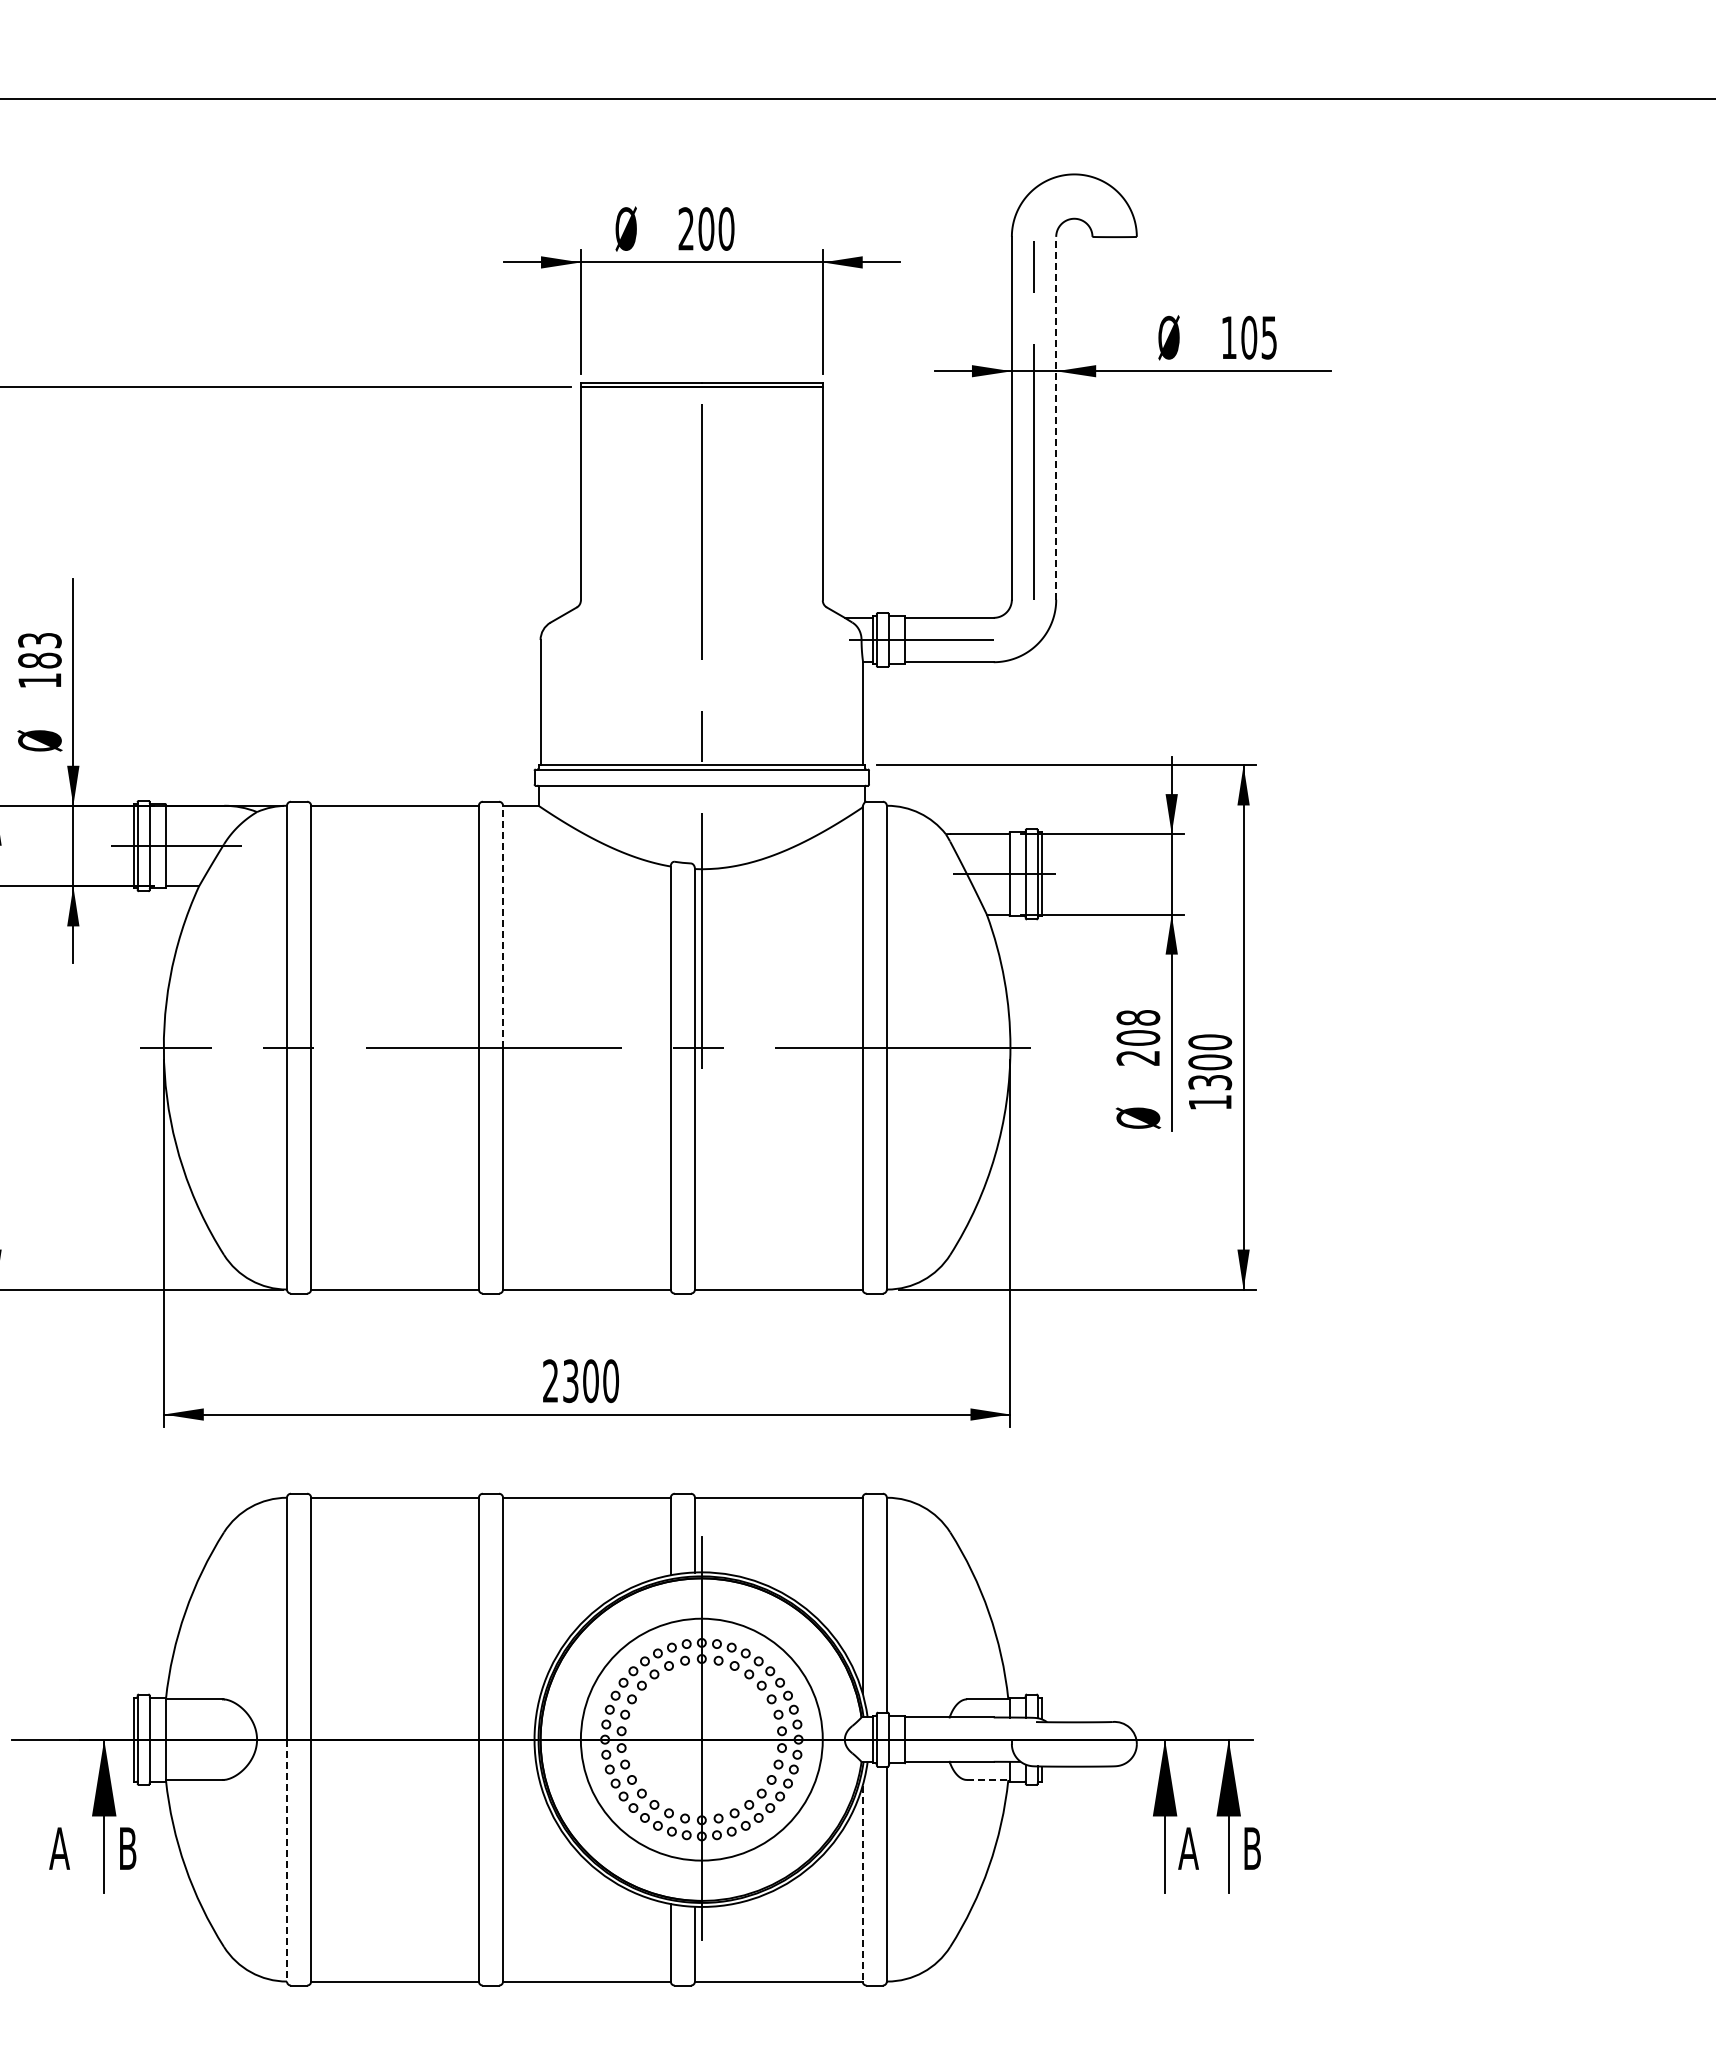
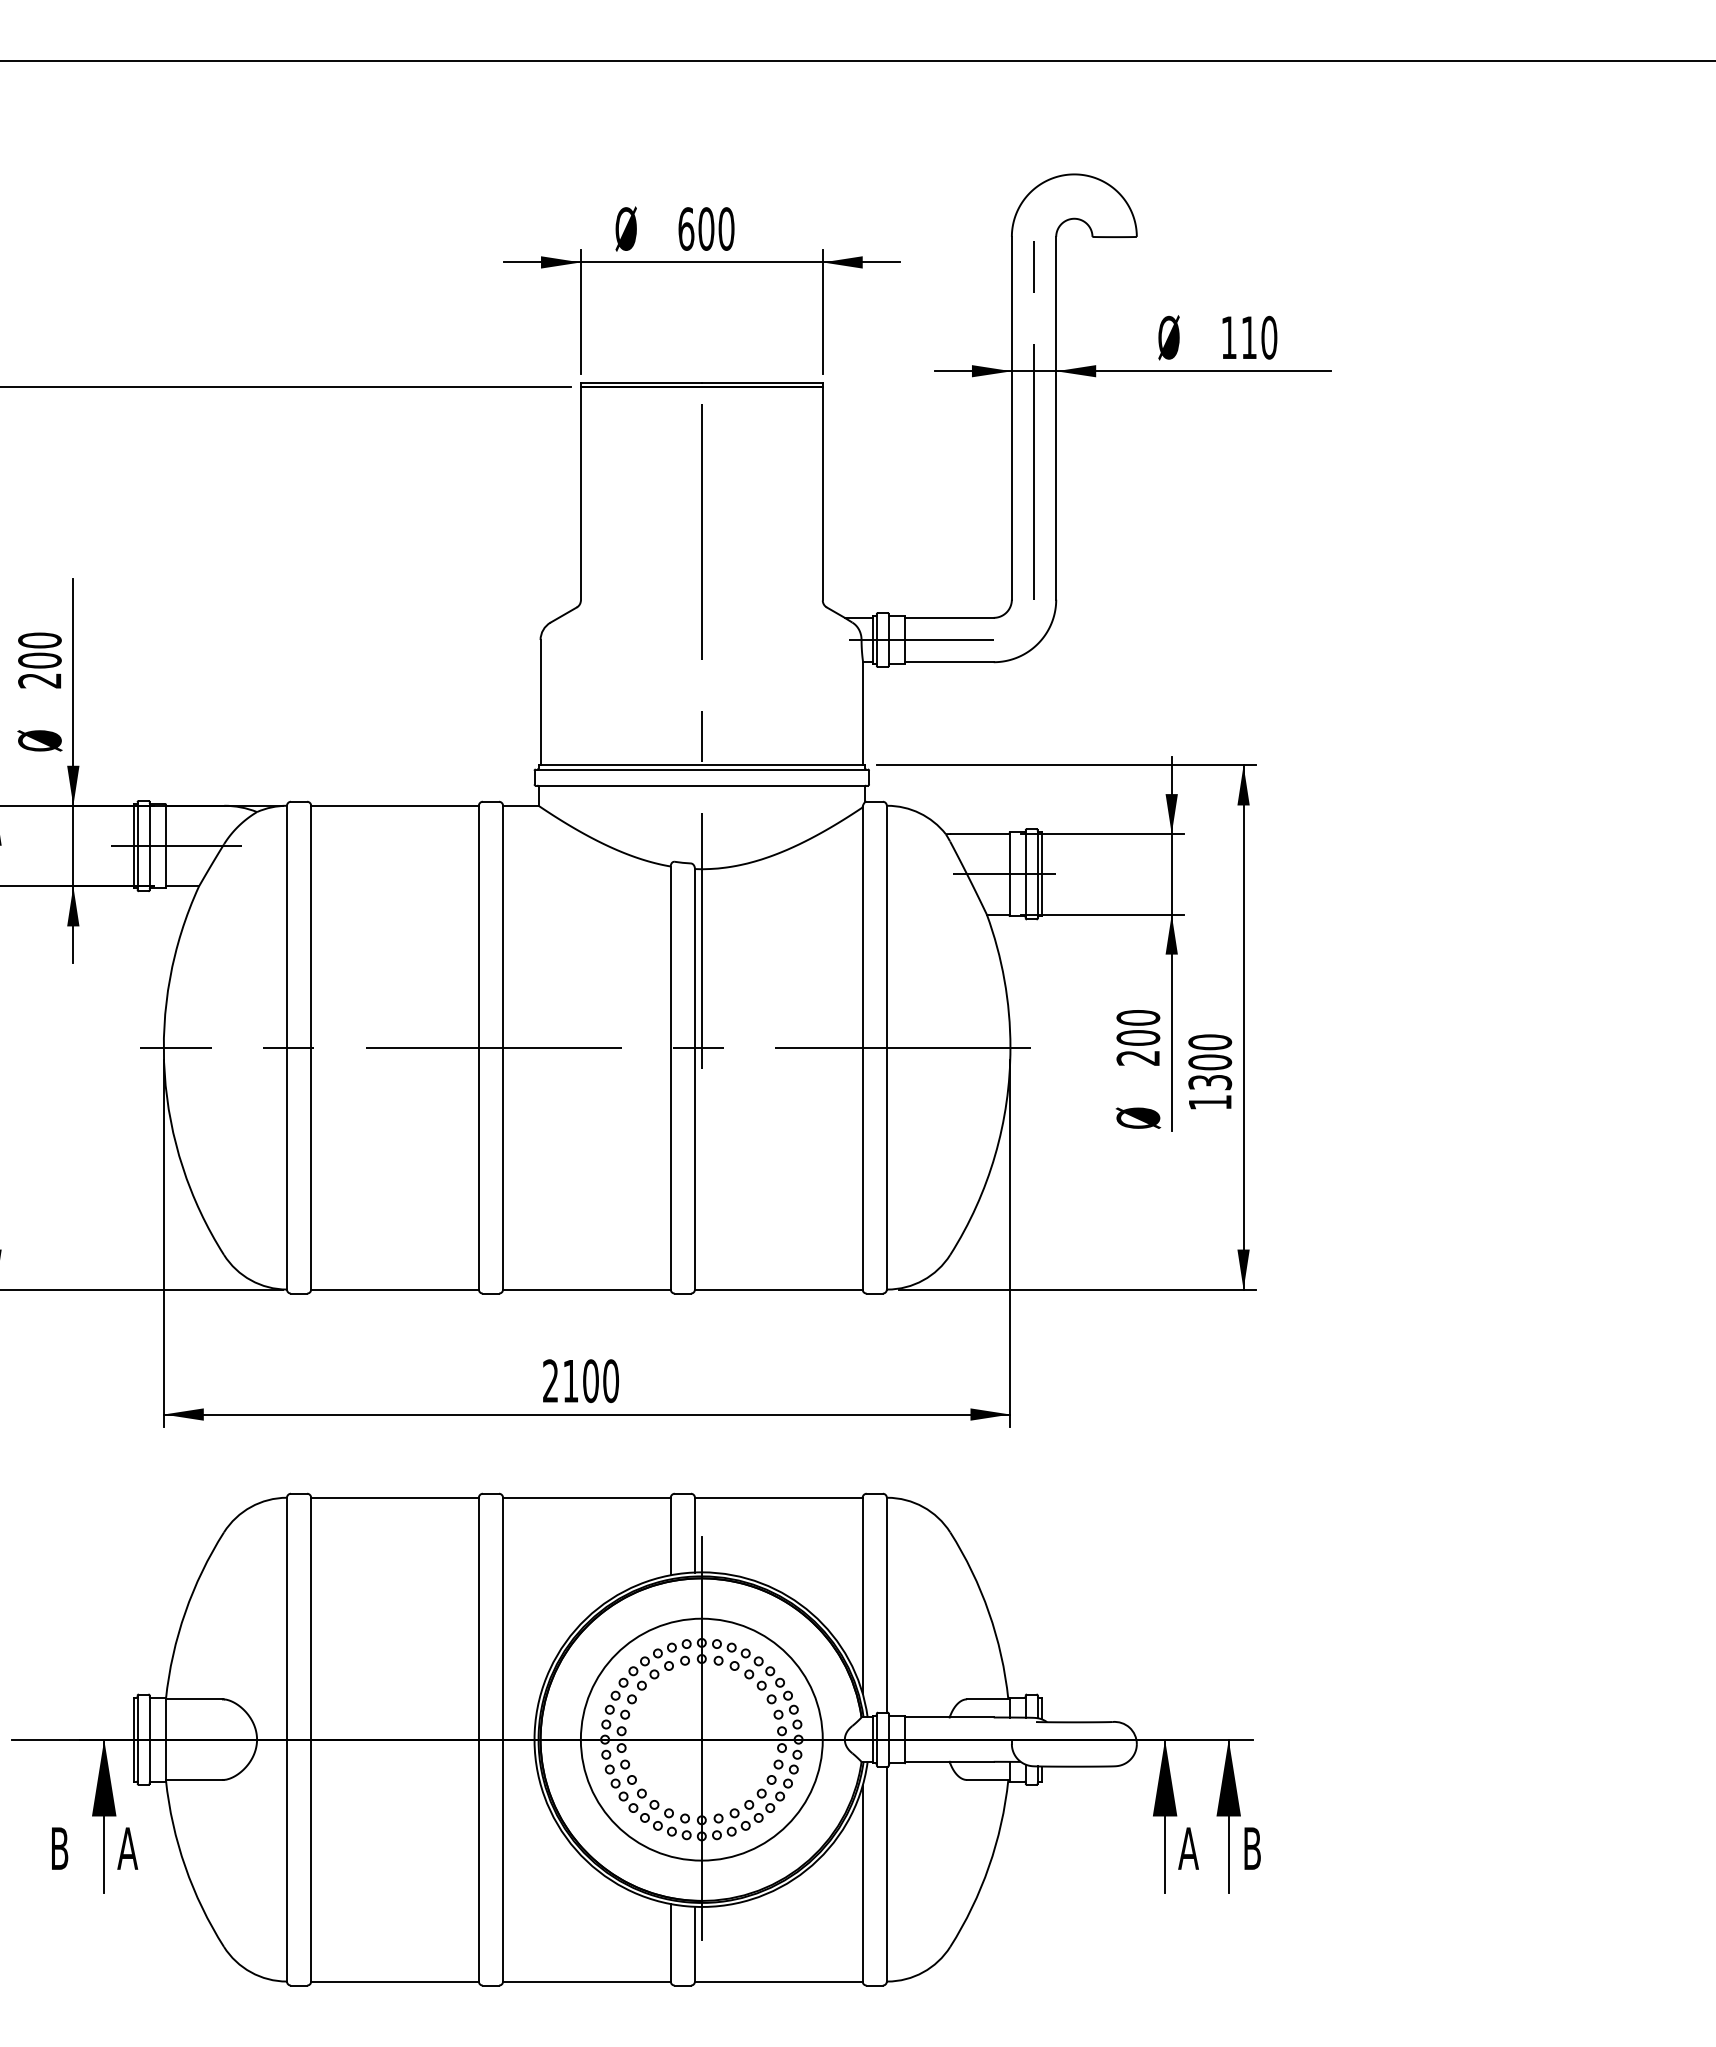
line at (857, 99) position: (857, 99) -> (857, 61)
text at (686, 228): 200 -> 600
text at (1259, 337): 105 -> 110
line at (1056, 417): dashed -> solid
text at (39, 660): 183 -> 200
line at (503, 926): dashed -> solid
text at (1138, 1017): 208 -> 200
text at (570, 1381): 2300 -> 2100
line at (988, 1779): dashed -> solid
text at (59, 1848): A -> B
text at (127, 1848): B -> A
line at (286, 1860): dashed -> solid
line at (862, 1883): dashed -> solid
